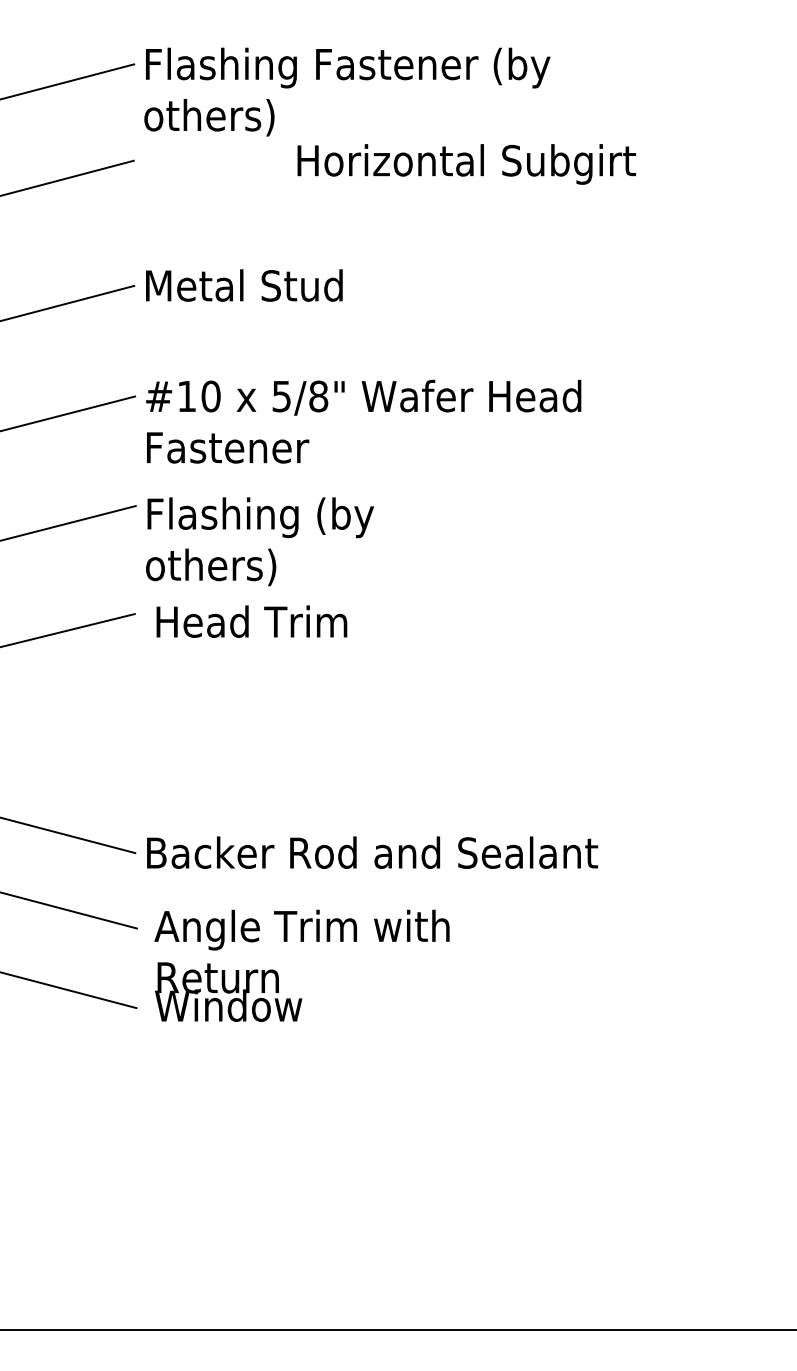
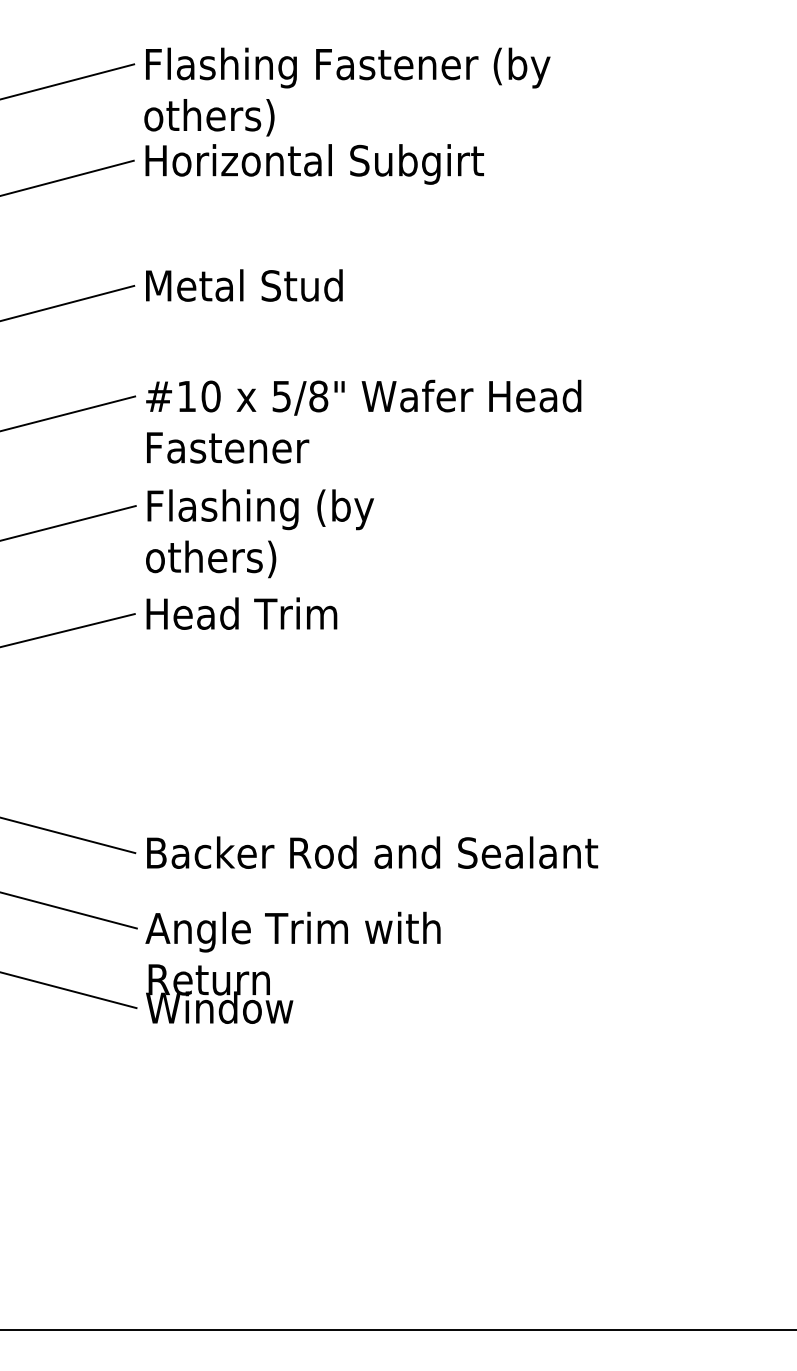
text at (466, 164) position: (466, 164) -> (314, 164)
text at (259, 541) position: (259, 541) -> (259, 533)
text at (251, 621) position: (251, 621) -> (241, 613)
text at (301, 965) position: (301, 965) -> (292, 967)
